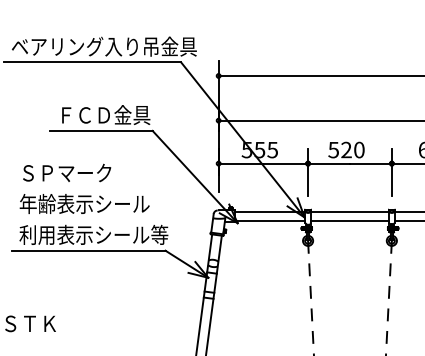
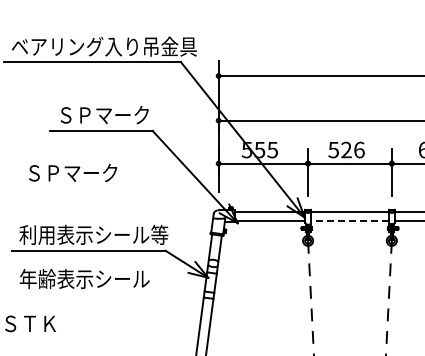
text at (105, 114): ＦＣＤ金具 -> ＳＰマーク
text at (359, 149): 520 -> 526
text at (67, 172) position: (67, 172) -> (73, 172)
text at (84, 203) position: (84, 203) -> (84, 278)
line at (349, 221): solid -> dashed
